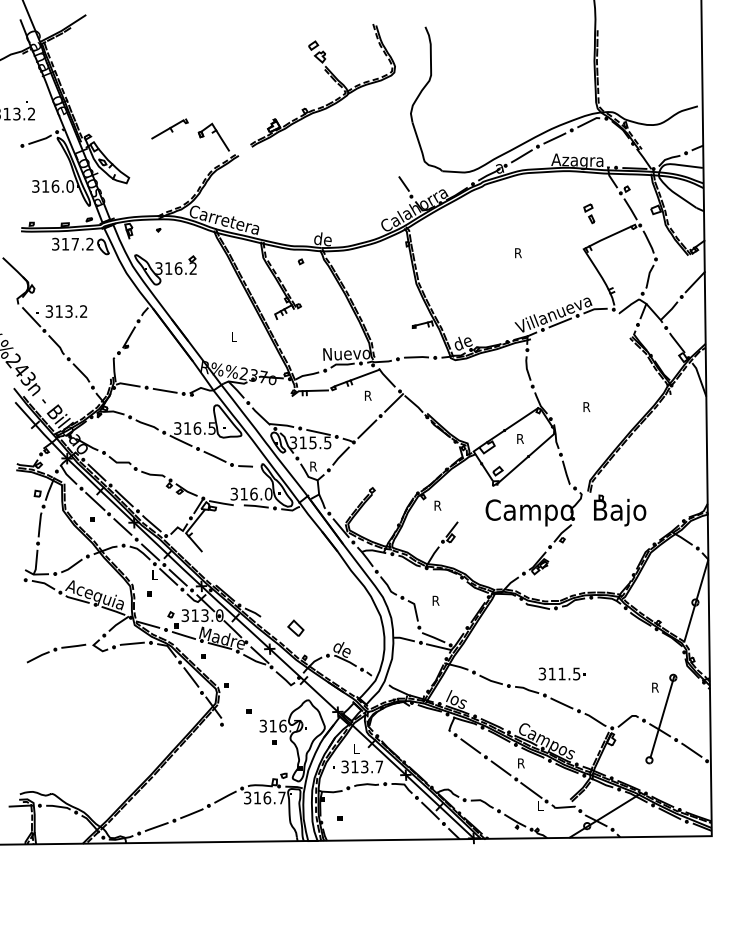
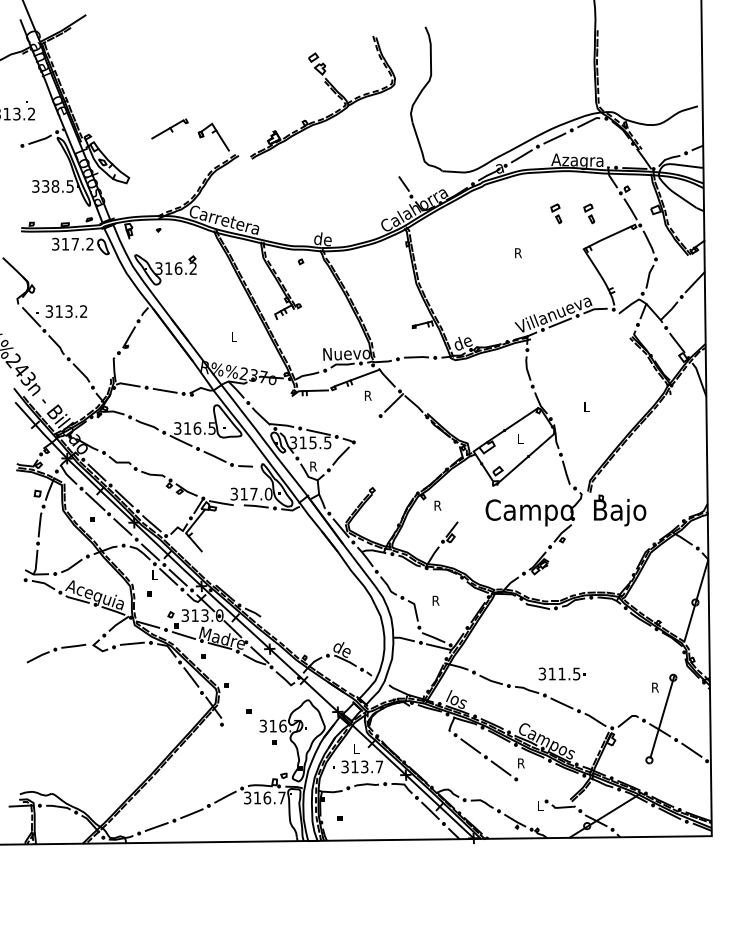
part at (330, 77) position: (330, 77) -> (330, 89)
text at (58, 186): 316.0 -> 338.5
part at (556, 213): none -> present
text at (586, 406): R -> L
line at (367, 429): present -> none
text at (520, 438): R -> L
text at (253, 493): 316.0 -> 317.0
part at (295, 627): present -> none
line at (531, 790): present -> none
